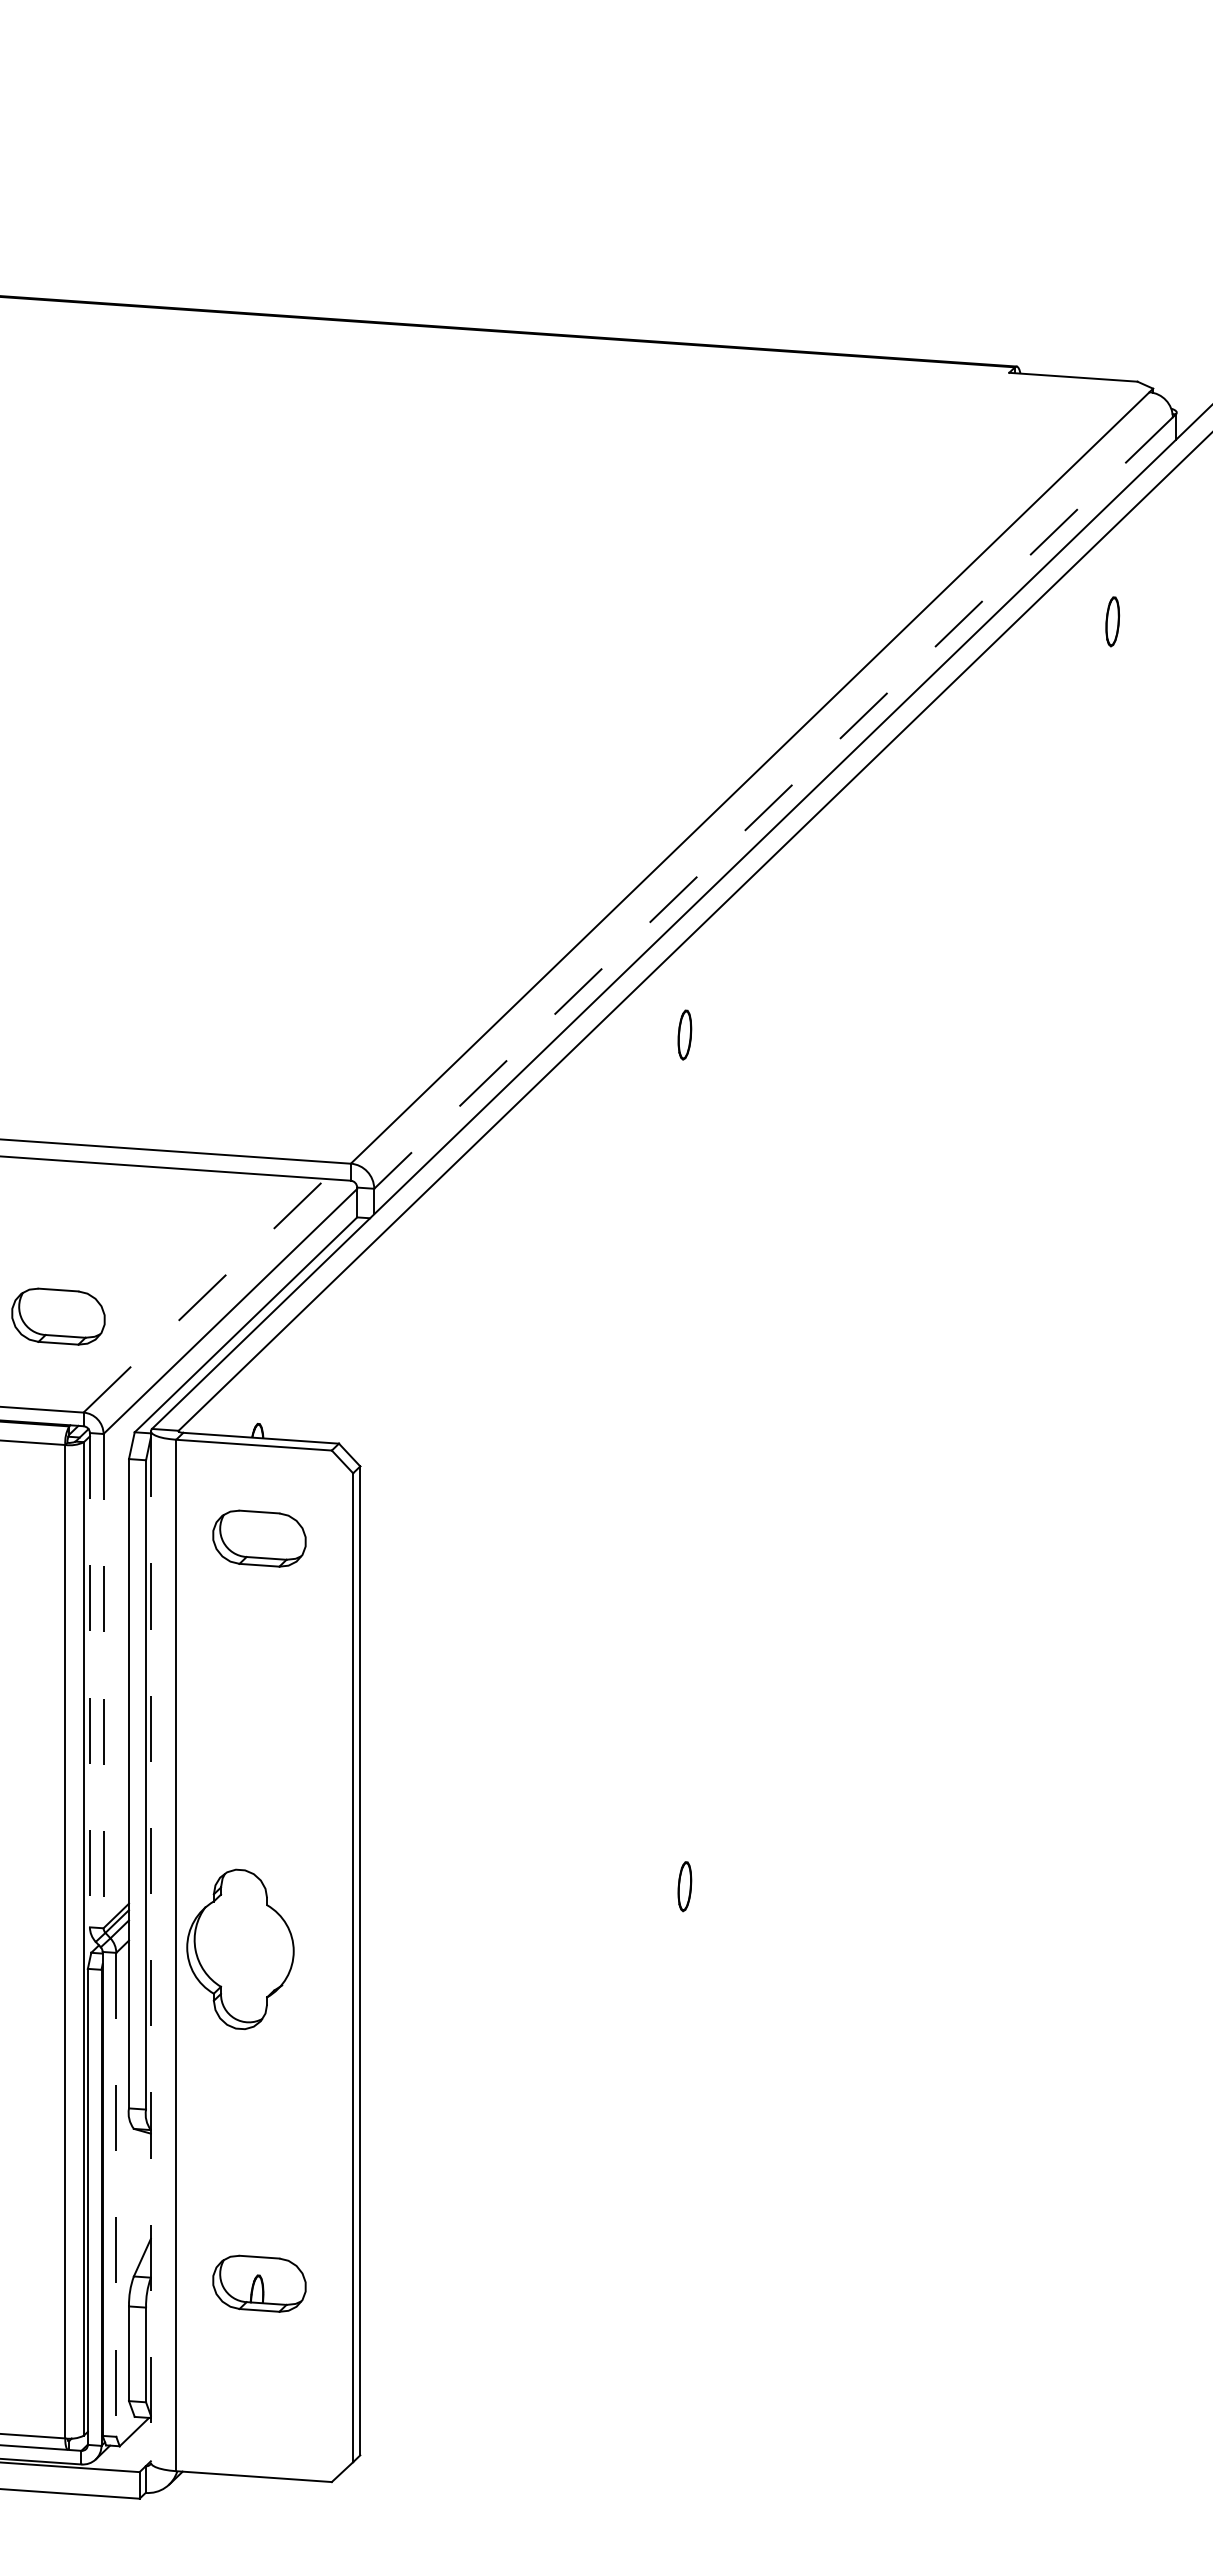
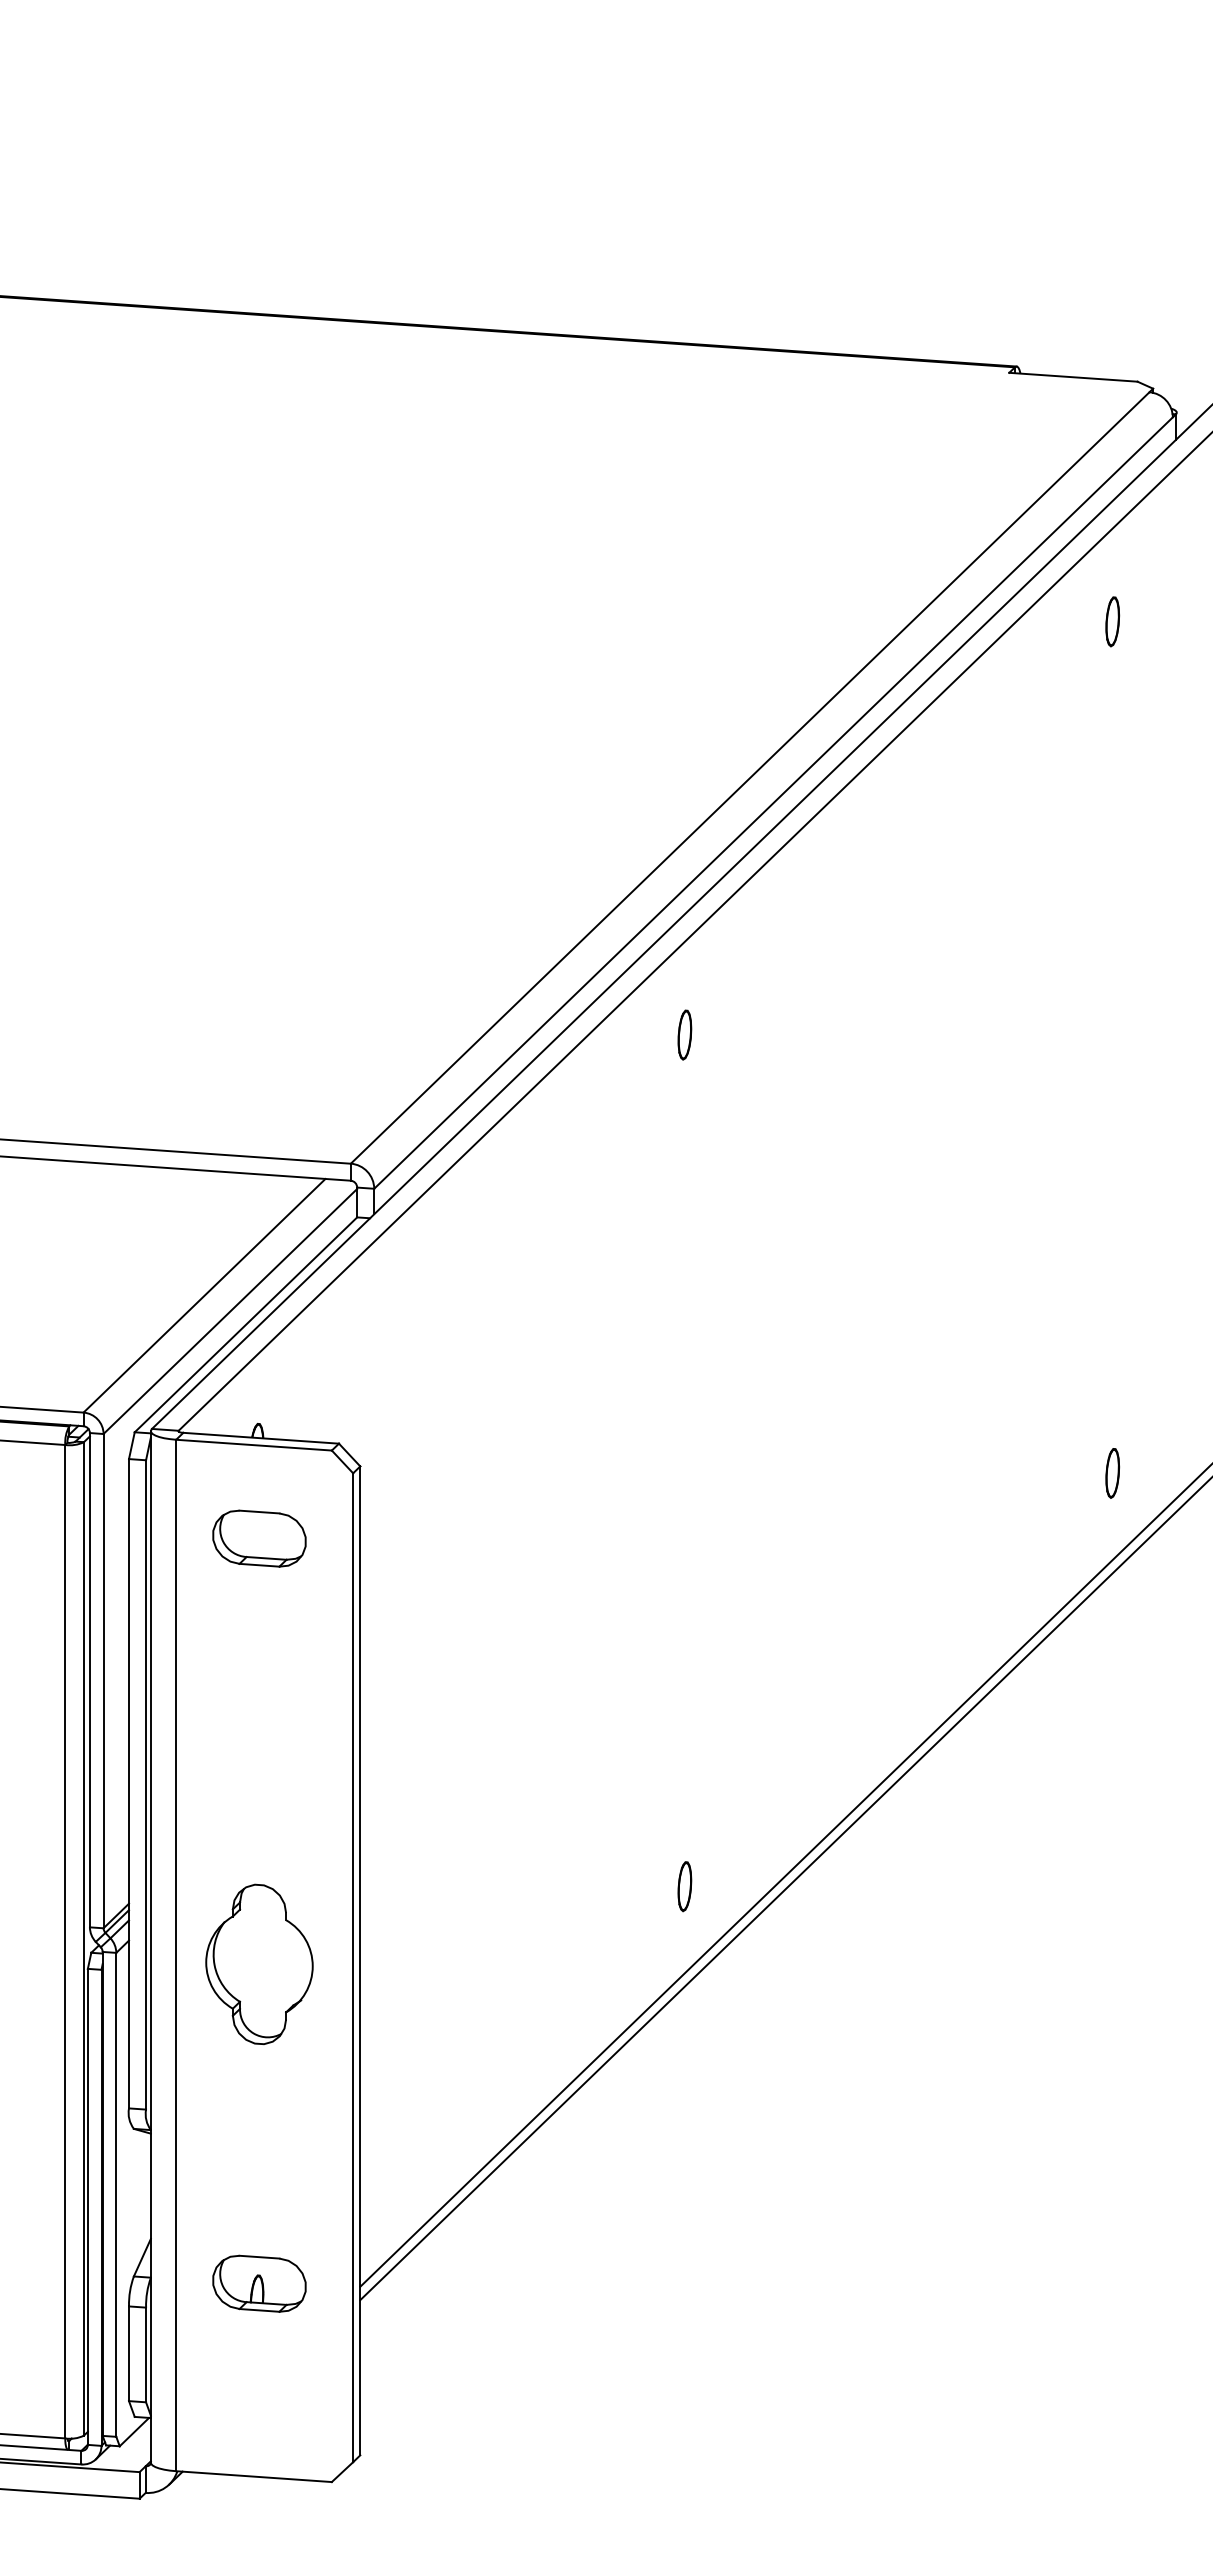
line at (773, 803): dashed -> solid
line at (204, 1295): dashed -> solid
part at (58, 1316): present -> none
part at (1112, 1473): none -> present
line at (89, 1680): dashed -> solid
line at (103, 1681): dashed -> solid
line at (784, 1876): none -> present
line at (784, 1890): none -> present
line at (150, 1946): dashed -> solid
part at (240, 1948) position: (240, 1948) -> (259, 1963)
line at (116, 2194): dashed -> solid
